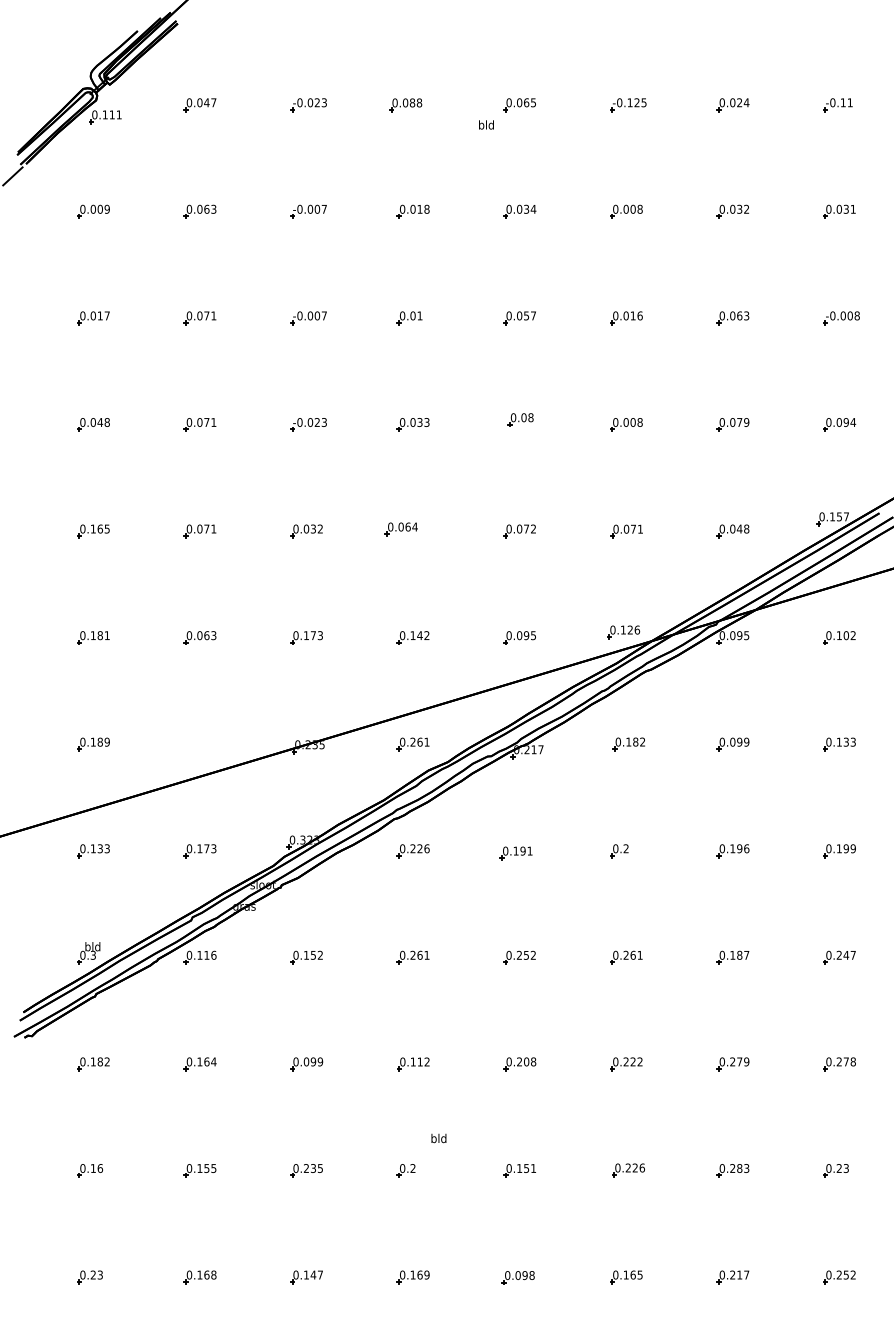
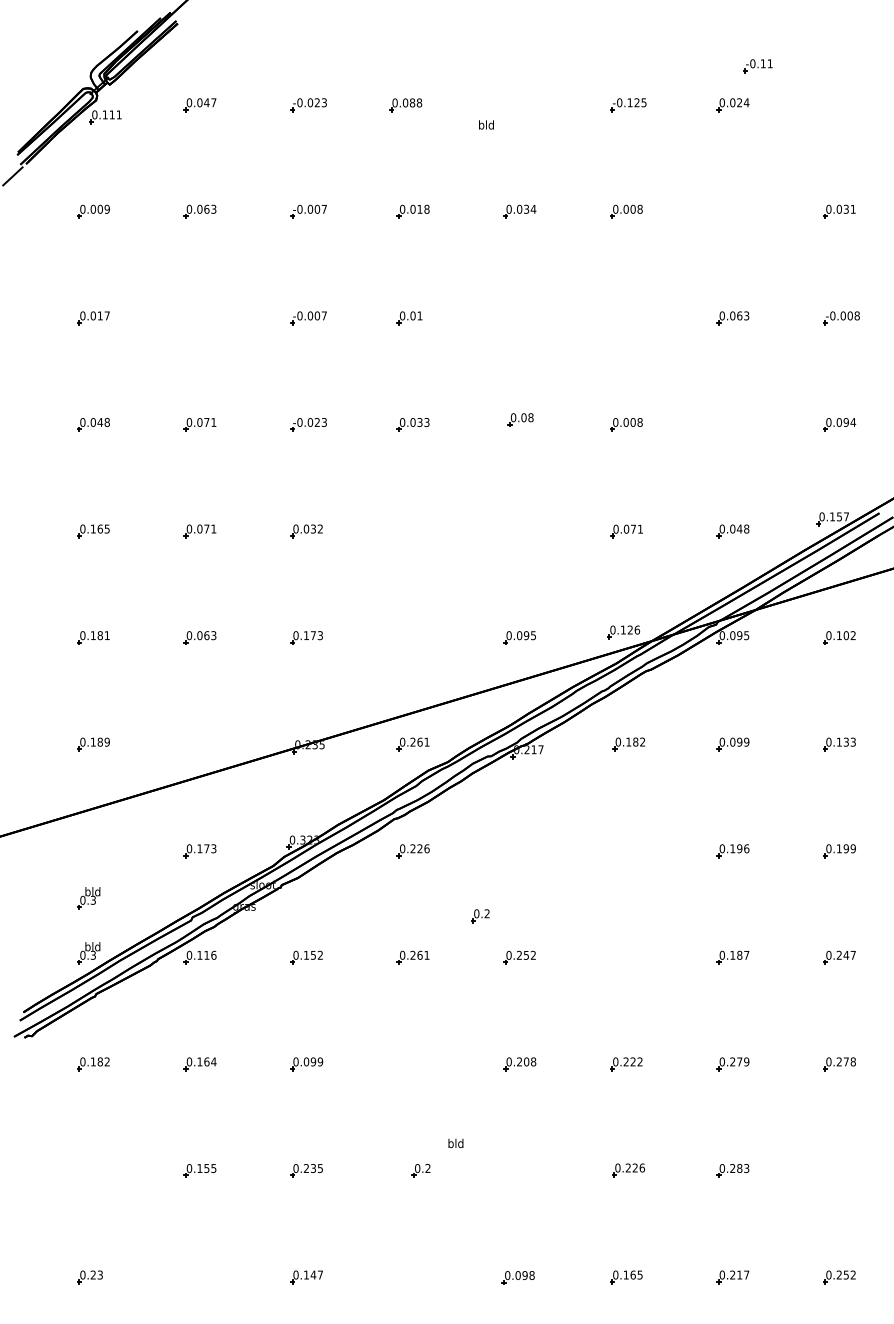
part at (519, 105): present -> none
part at (837, 105) position: (837, 105) -> (757, 66)
part at (732, 211): present -> none
part at (199, 318): present -> none
part at (519, 318): present -> none
part at (626, 318): present -> none
part at (732, 424): present -> none
part at (400, 529): present -> none
part at (519, 531): present -> none
part at (412, 637): present -> none
part at (93, 851): present -> none
part at (619, 851) position: (619, 851) -> (480, 916)
part at (515, 853): present -> none
part at (88, 898): none -> present
part at (626, 957): present -> none
part at (413, 1064): present -> none
text at (438, 1138) position: (438, 1138) -> (455, 1143)
part at (89, 1170): present -> none
part at (405, 1170) position: (405, 1170) -> (420, 1170)
part at (519, 1170): present -> none
part at (835, 1170): present -> none
part at (199, 1277): present -> none
part at (412, 1277): present -> none
